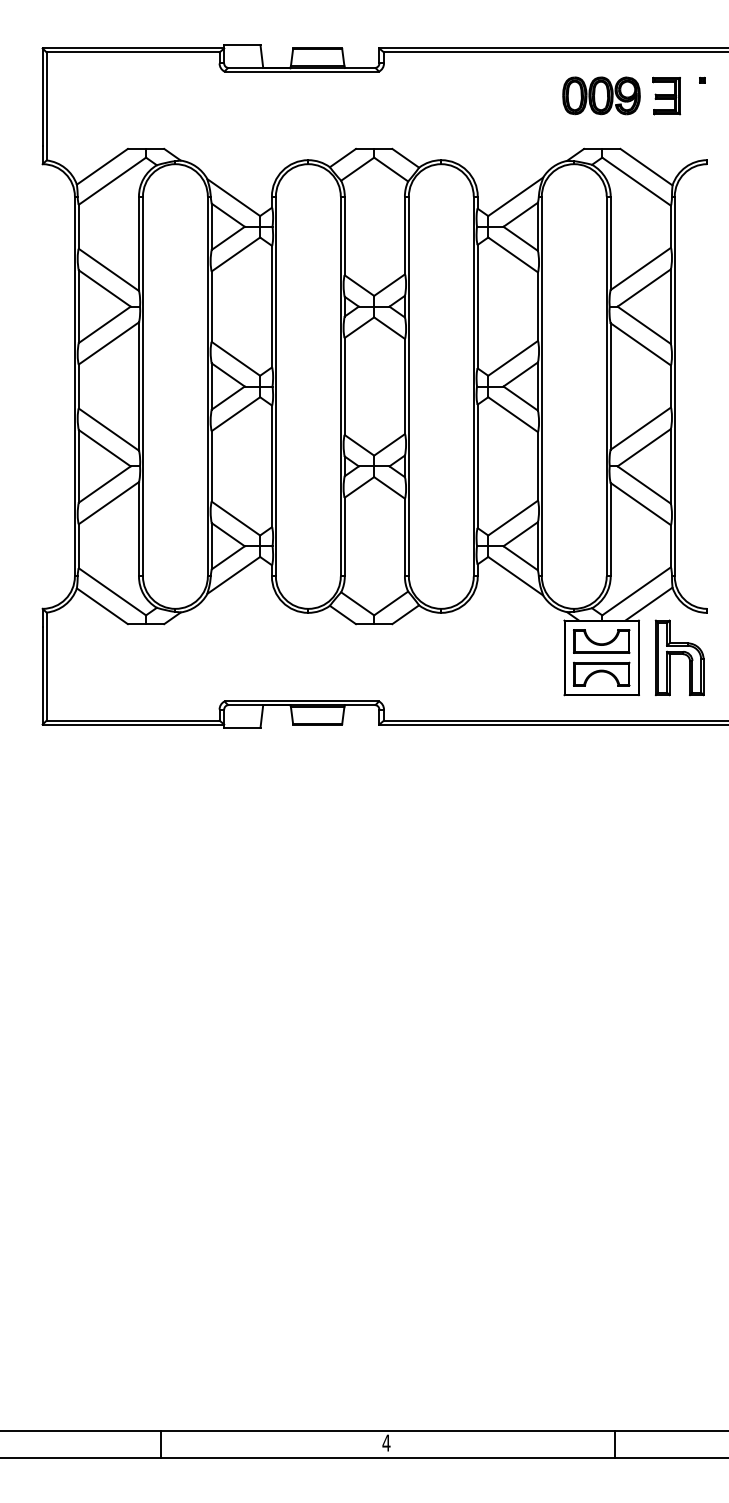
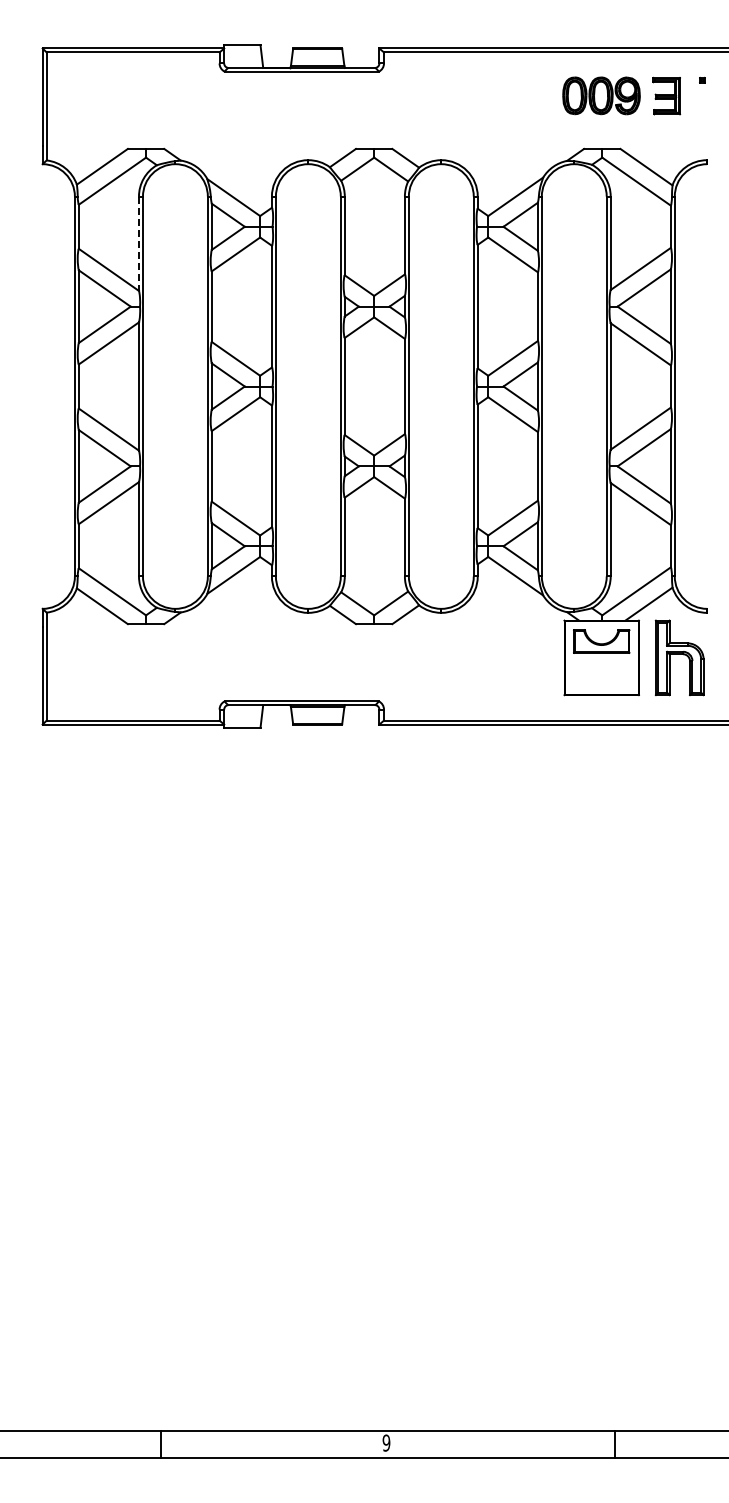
line at (138, 244): solid -> dashed
part at (601, 673): present -> none
text at (386, 1442): 4 -> 9
